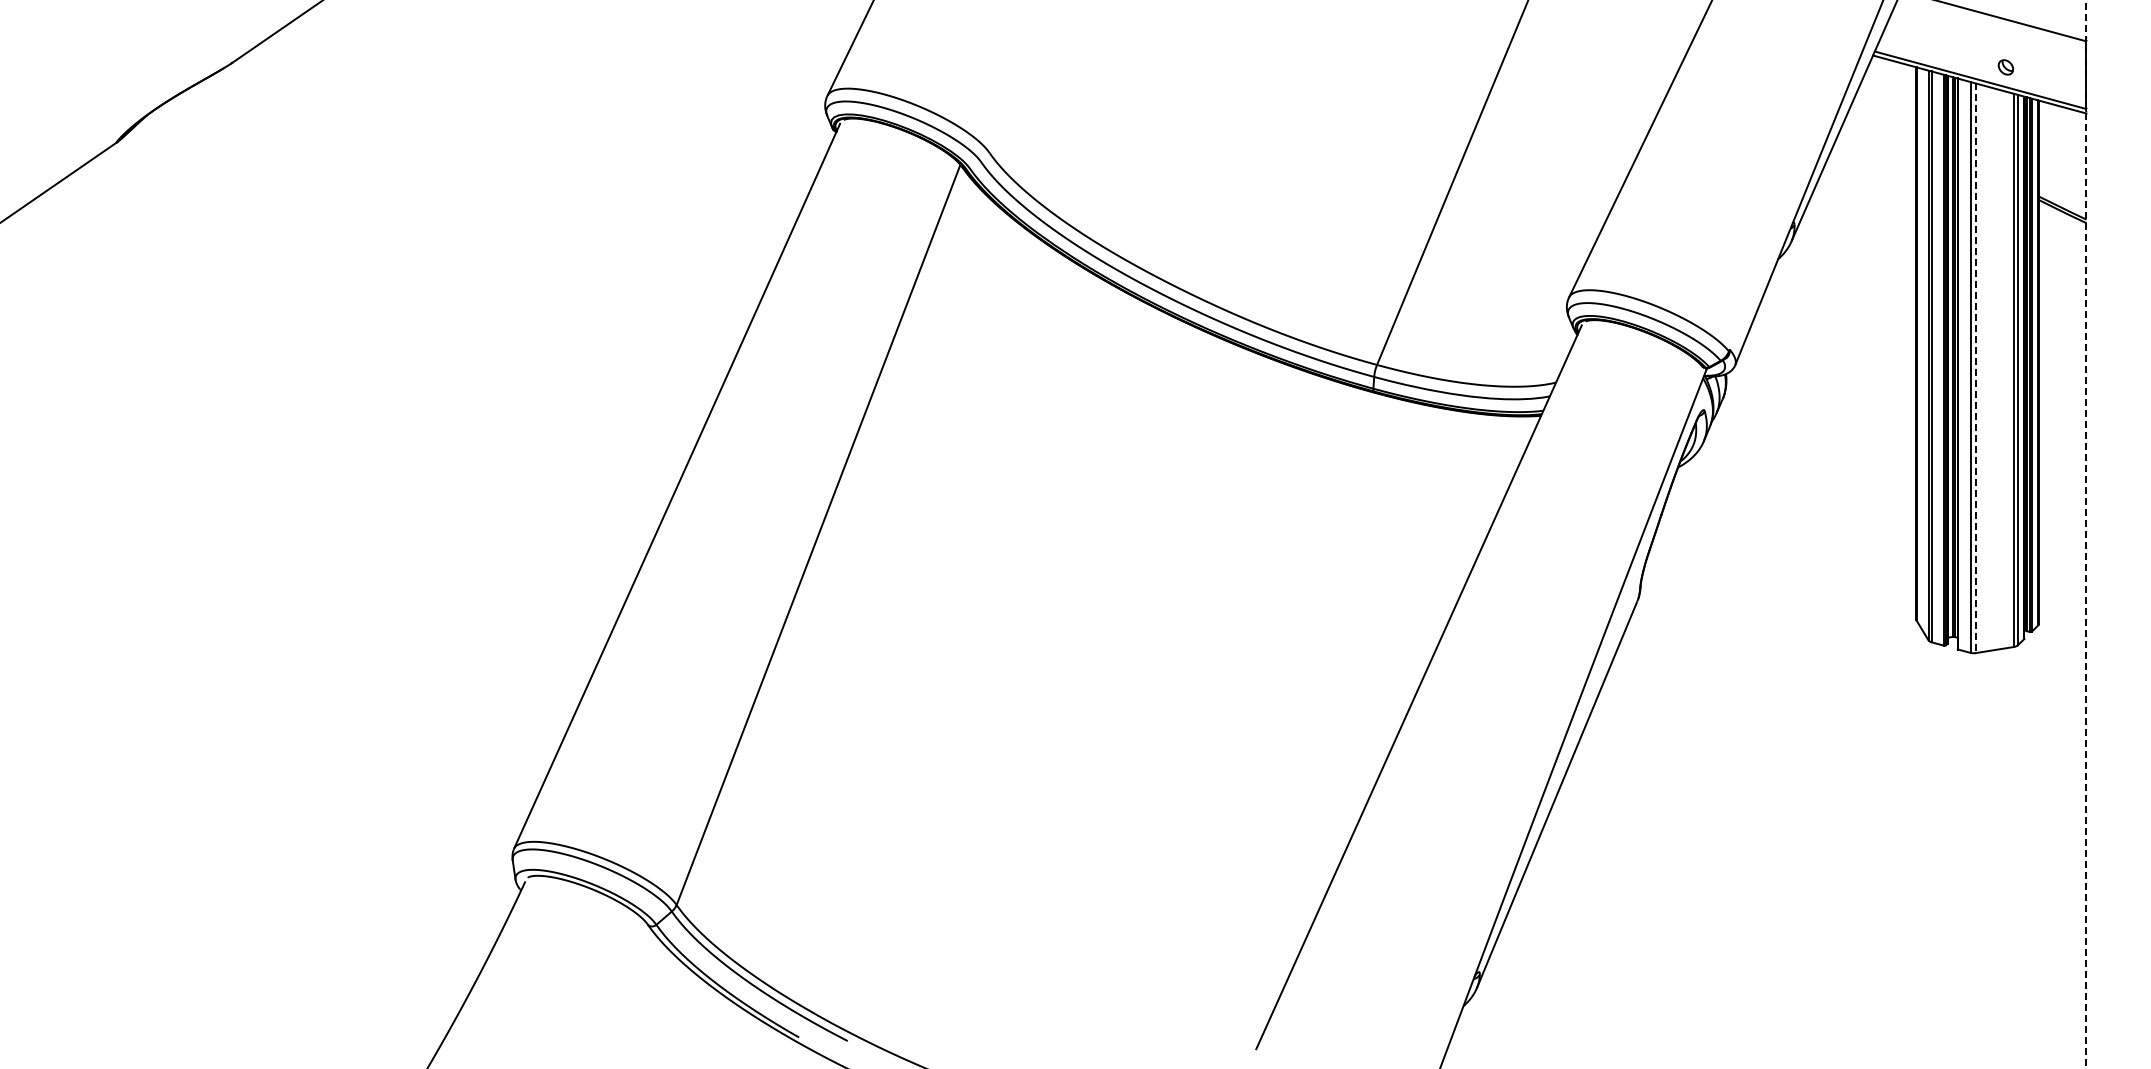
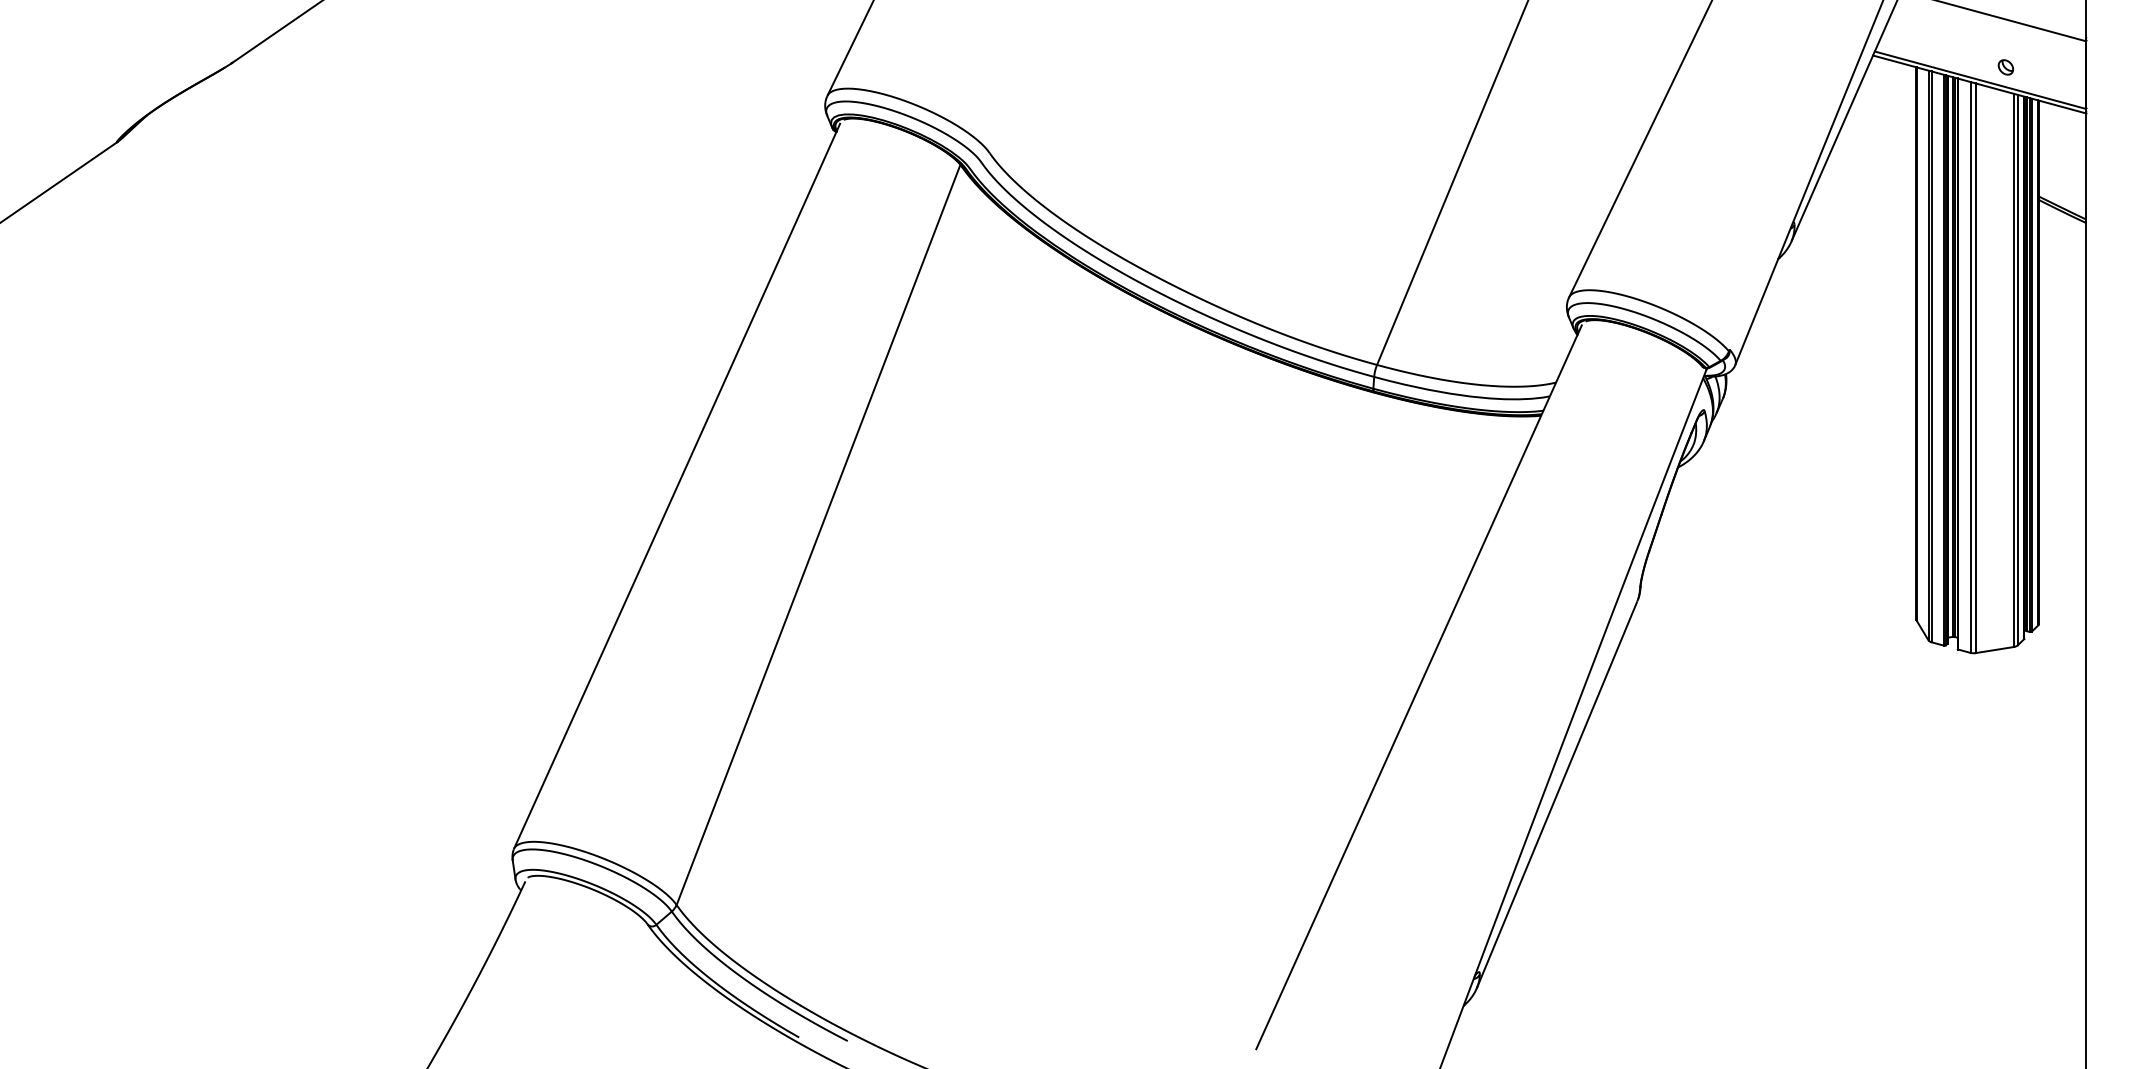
line at (1975, 368): dashed -> solid
line at (2086, 534): dashed -> solid
